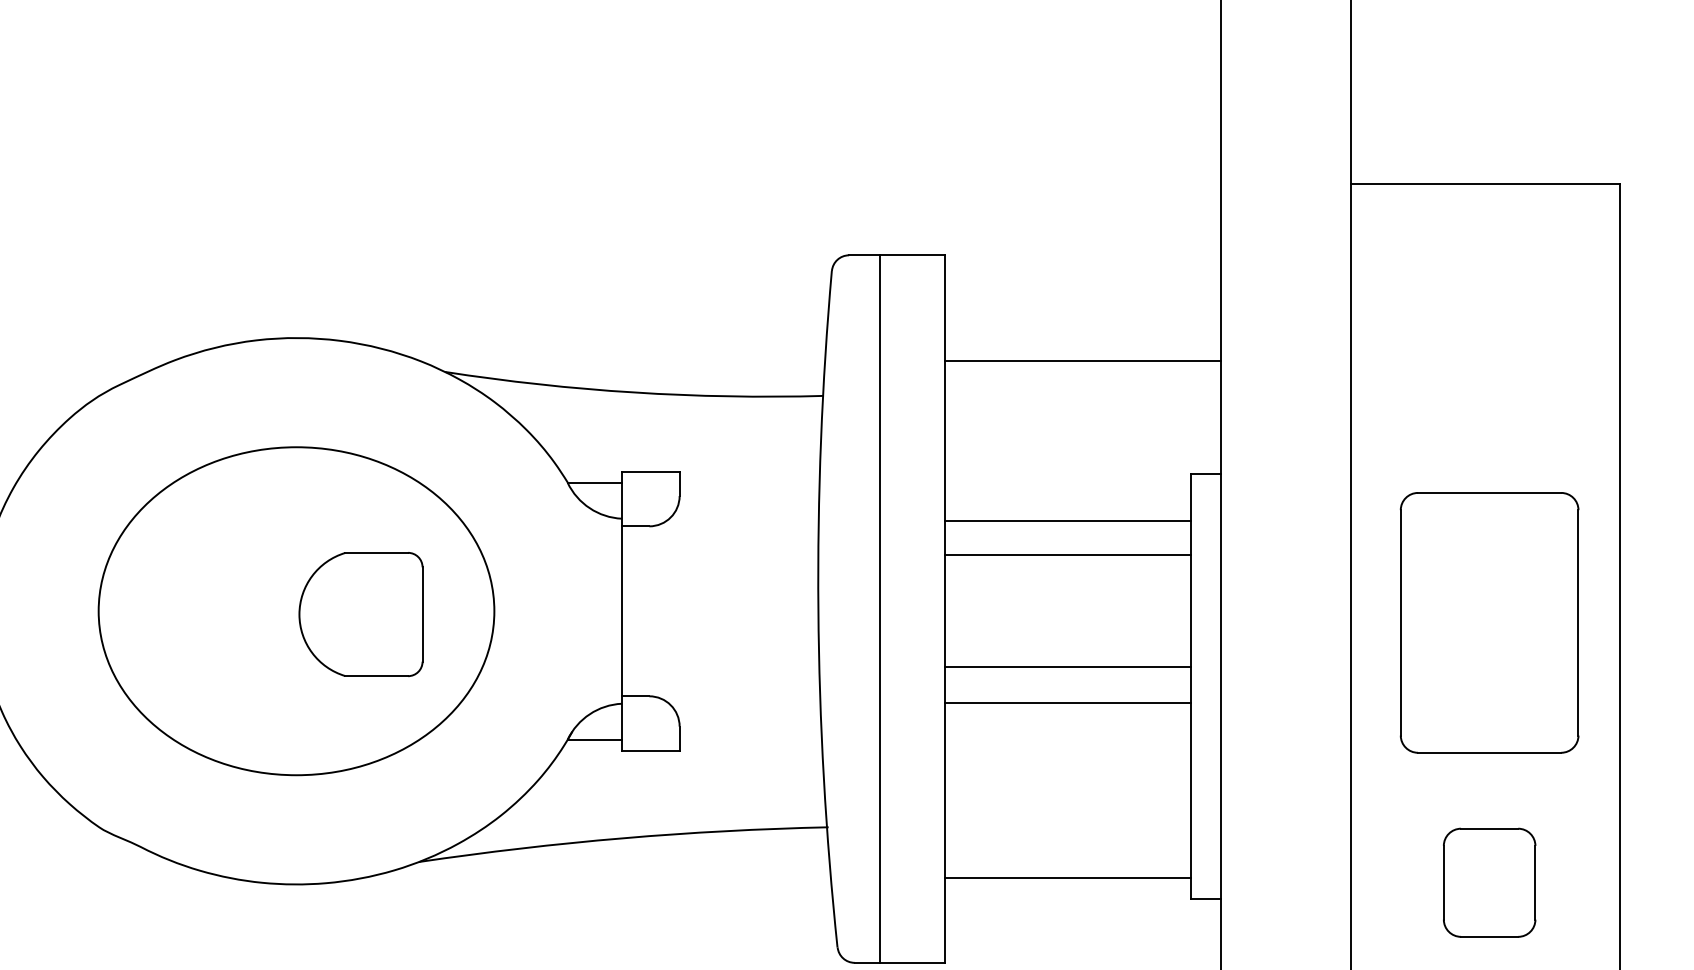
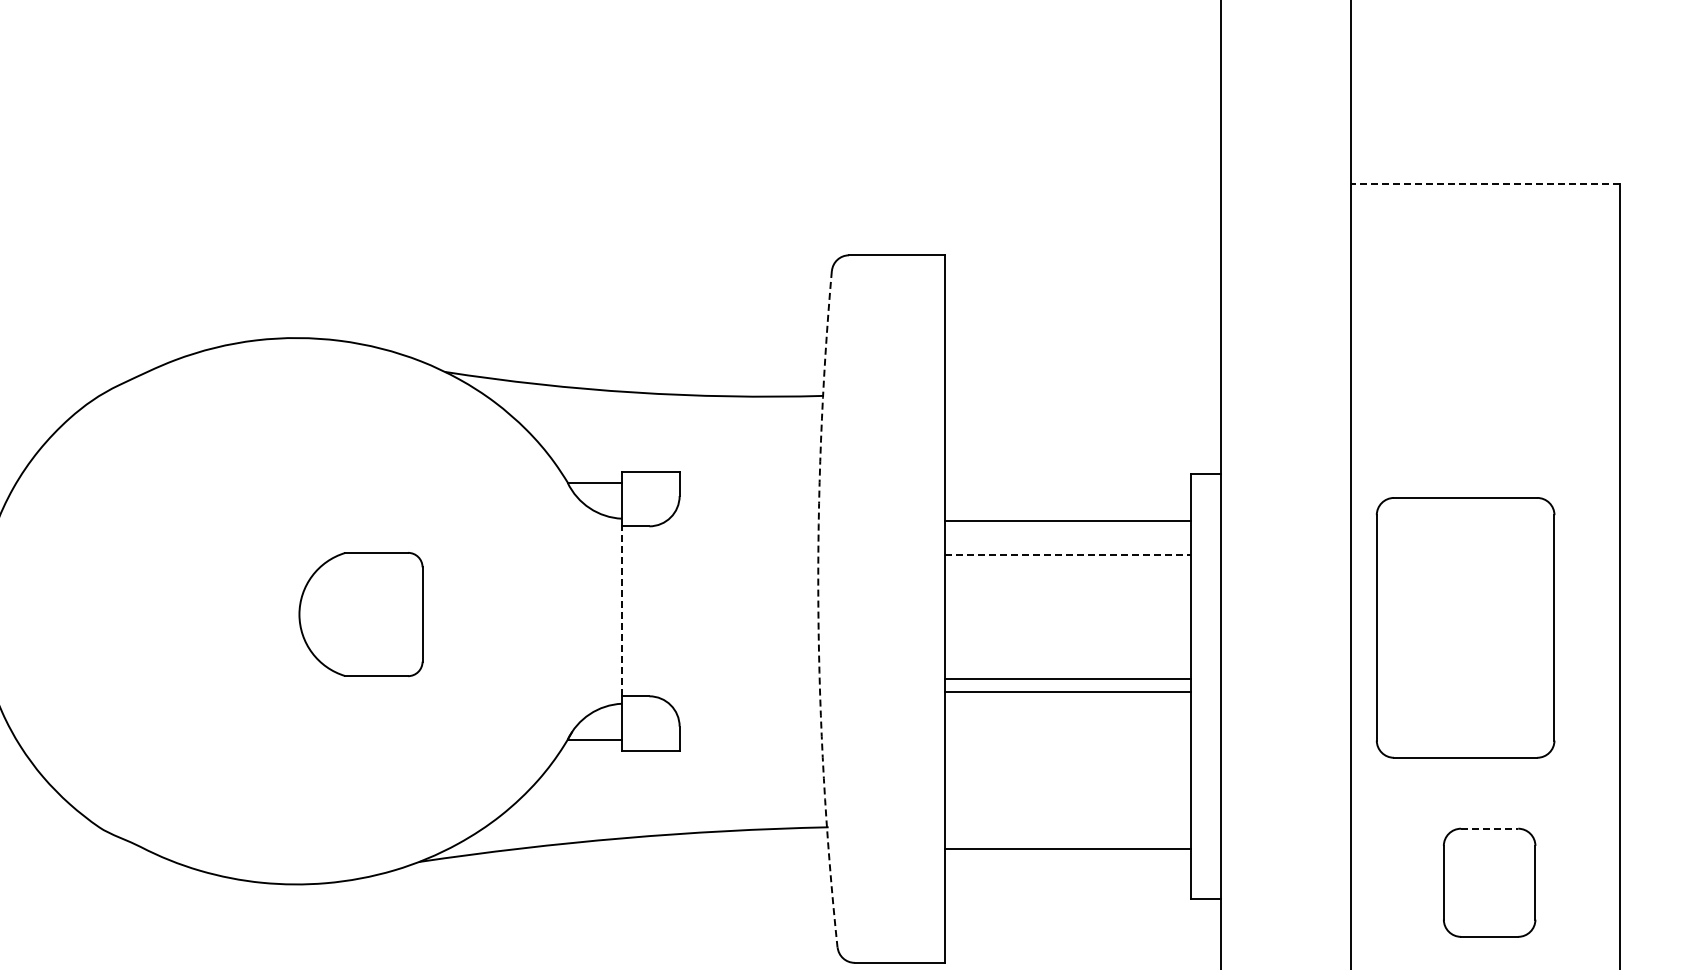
line at (1485, 183): solid -> dashed
line at (1082, 360): present -> none
line at (1068, 555): solid -> dashed
line at (879, 608): present -> none
arc at (818, 609): solid -> dashed
part at (296, 611): present -> none
line at (621, 611): solid -> dashed
part at (1489, 622) position: (1489, 622) -> (1465, 627)
line at (1067, 667) position: (1067, 667) -> (1067, 679)
line at (1067, 703) position: (1067, 703) -> (1067, 692)
line at (1489, 828): solid -> dashed
line at (1067, 877) position: (1067, 877) -> (1067, 848)
